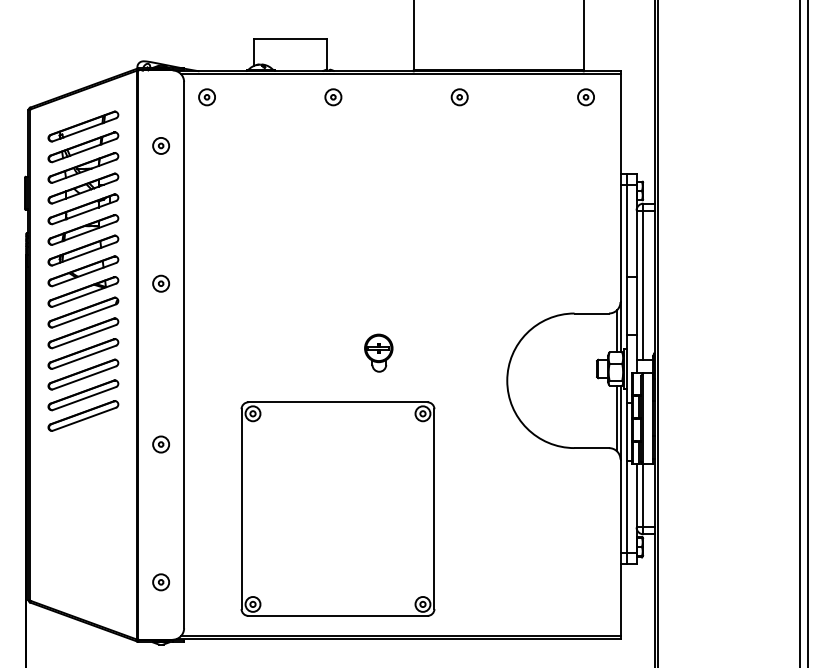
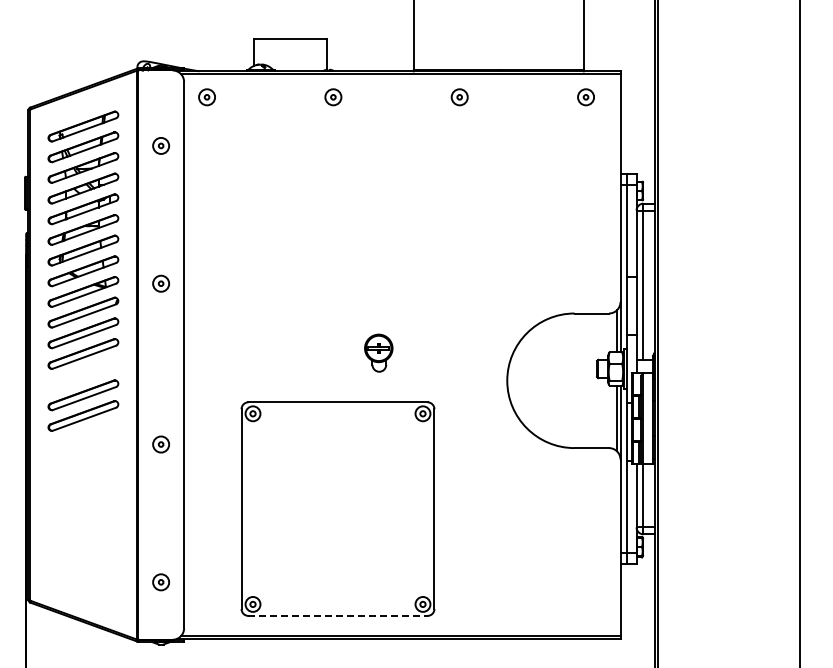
line at (808, 333): present -> none
part at (83, 374): present -> none
line at (338, 615): solid -> dashed
